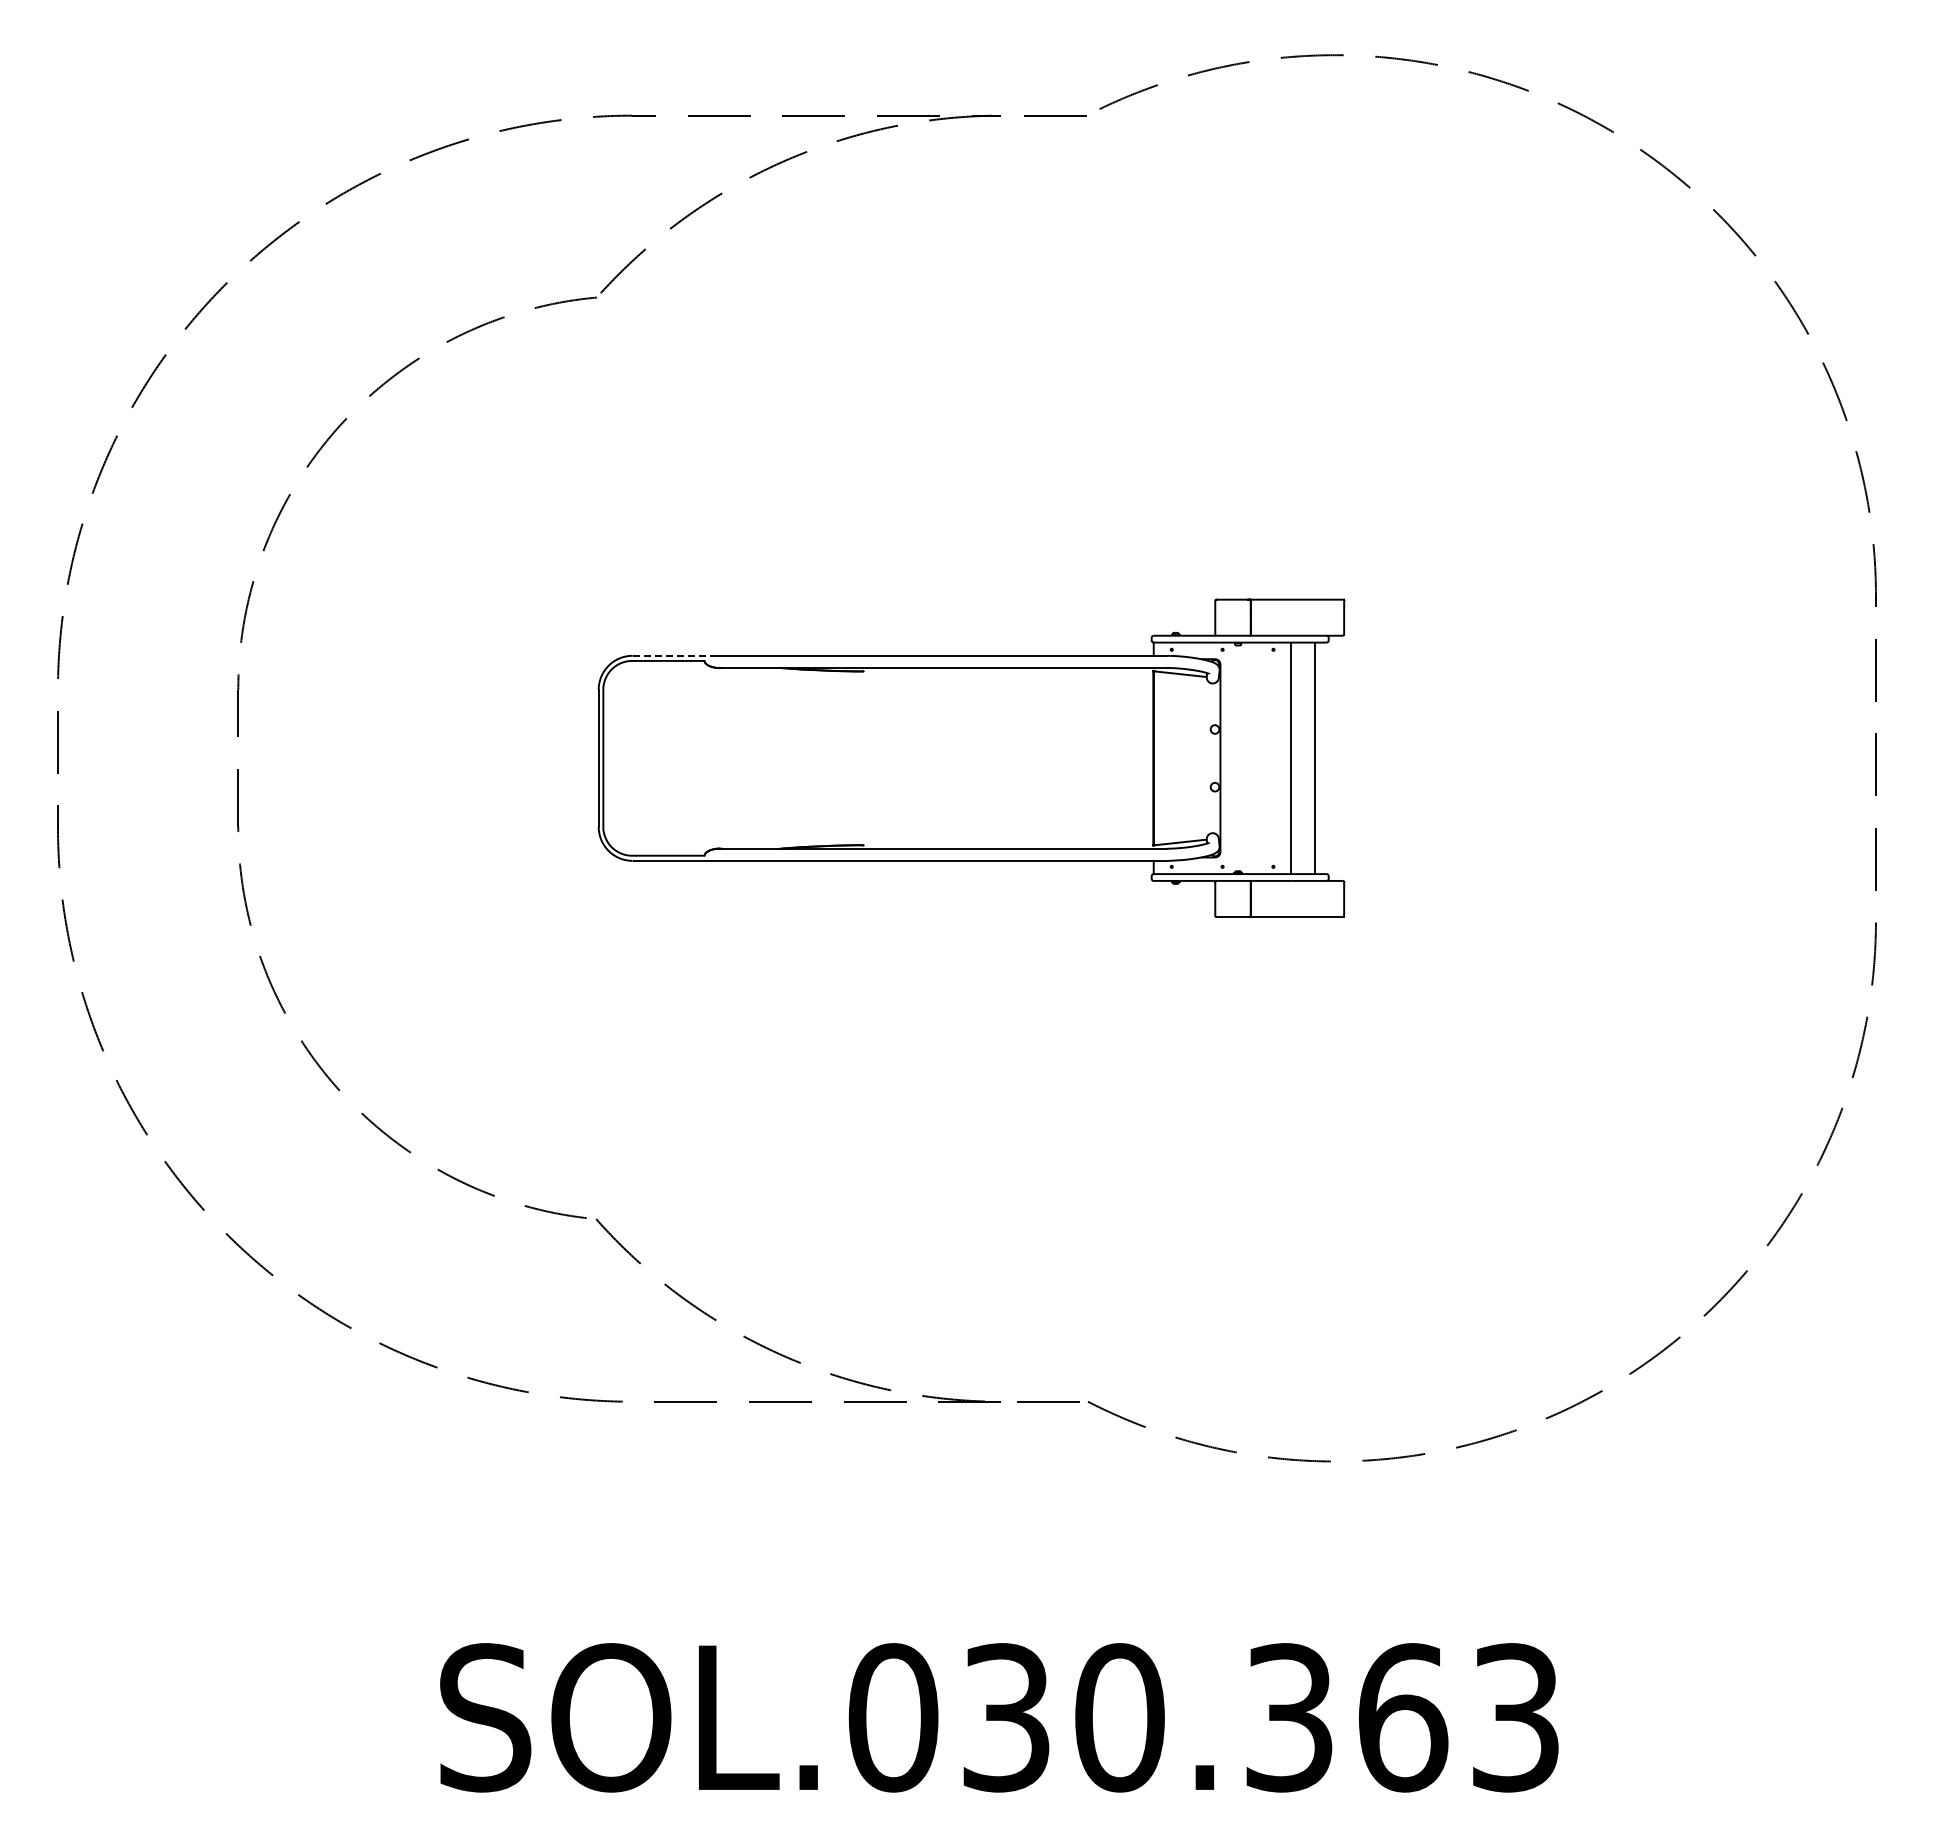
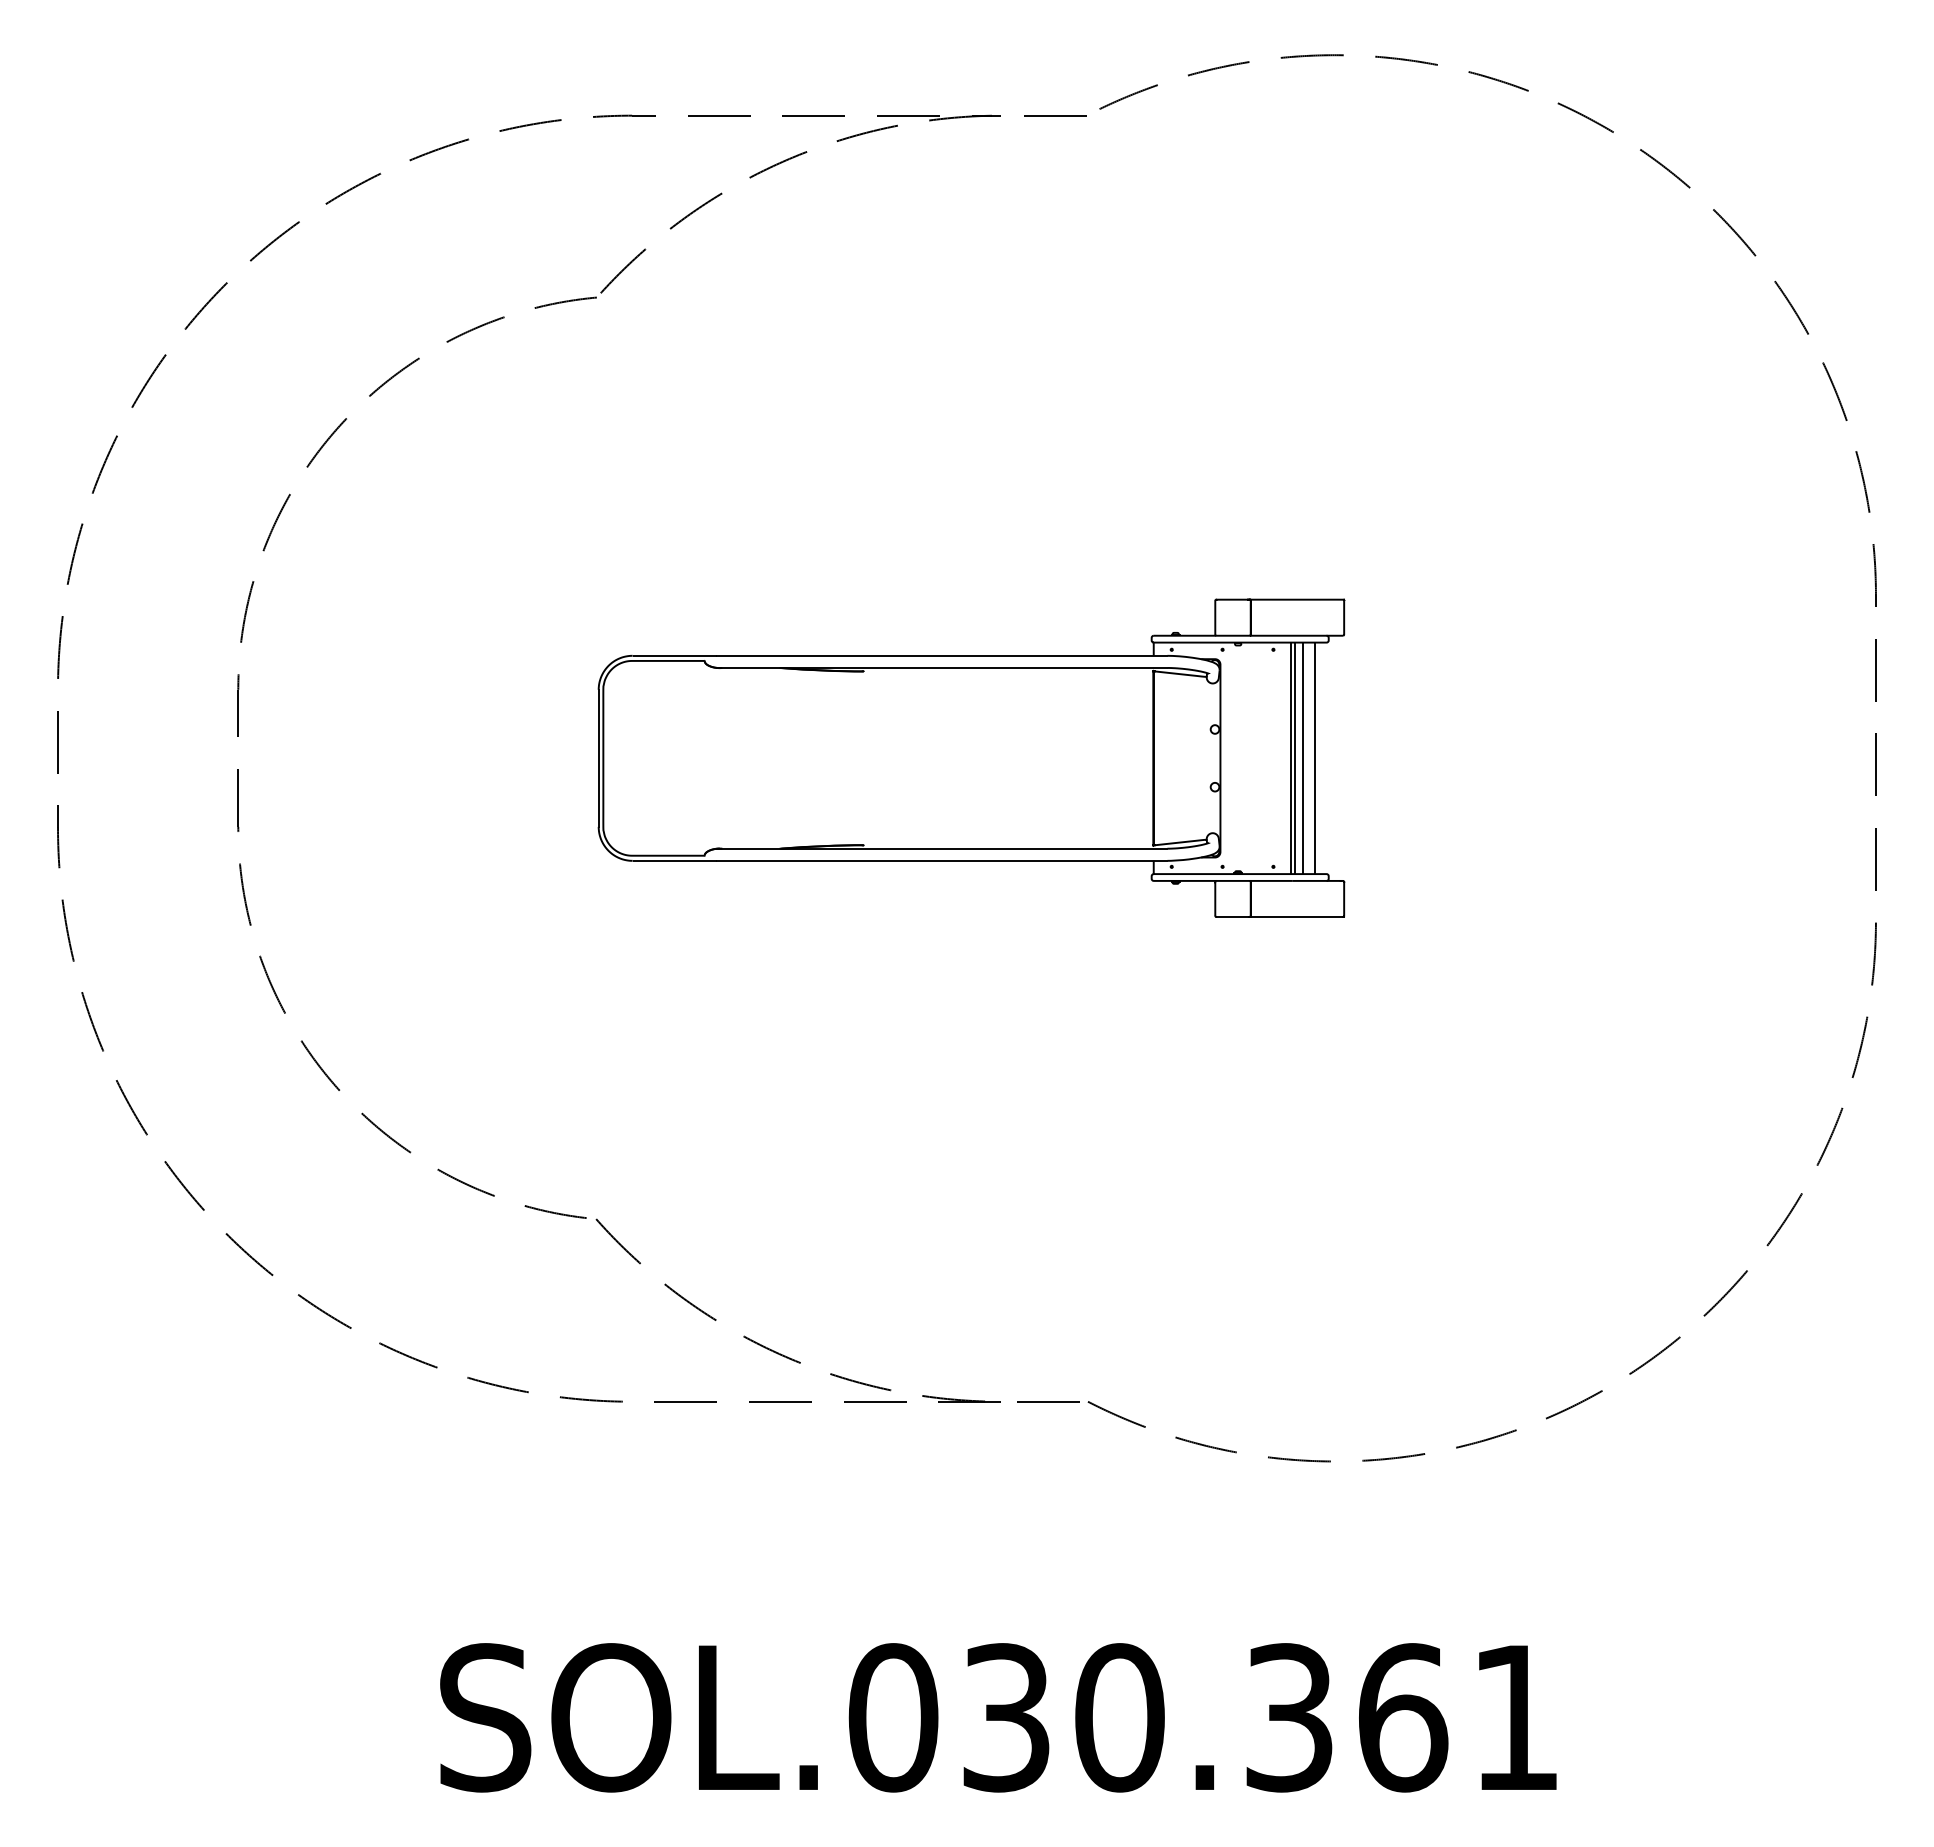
line at (675, 655): dashed -> solid
line at (1295, 758): none -> present
line at (1302, 758): none -> present
text at (1515, 1717): SOL.030.363 -> SOL.030.361
